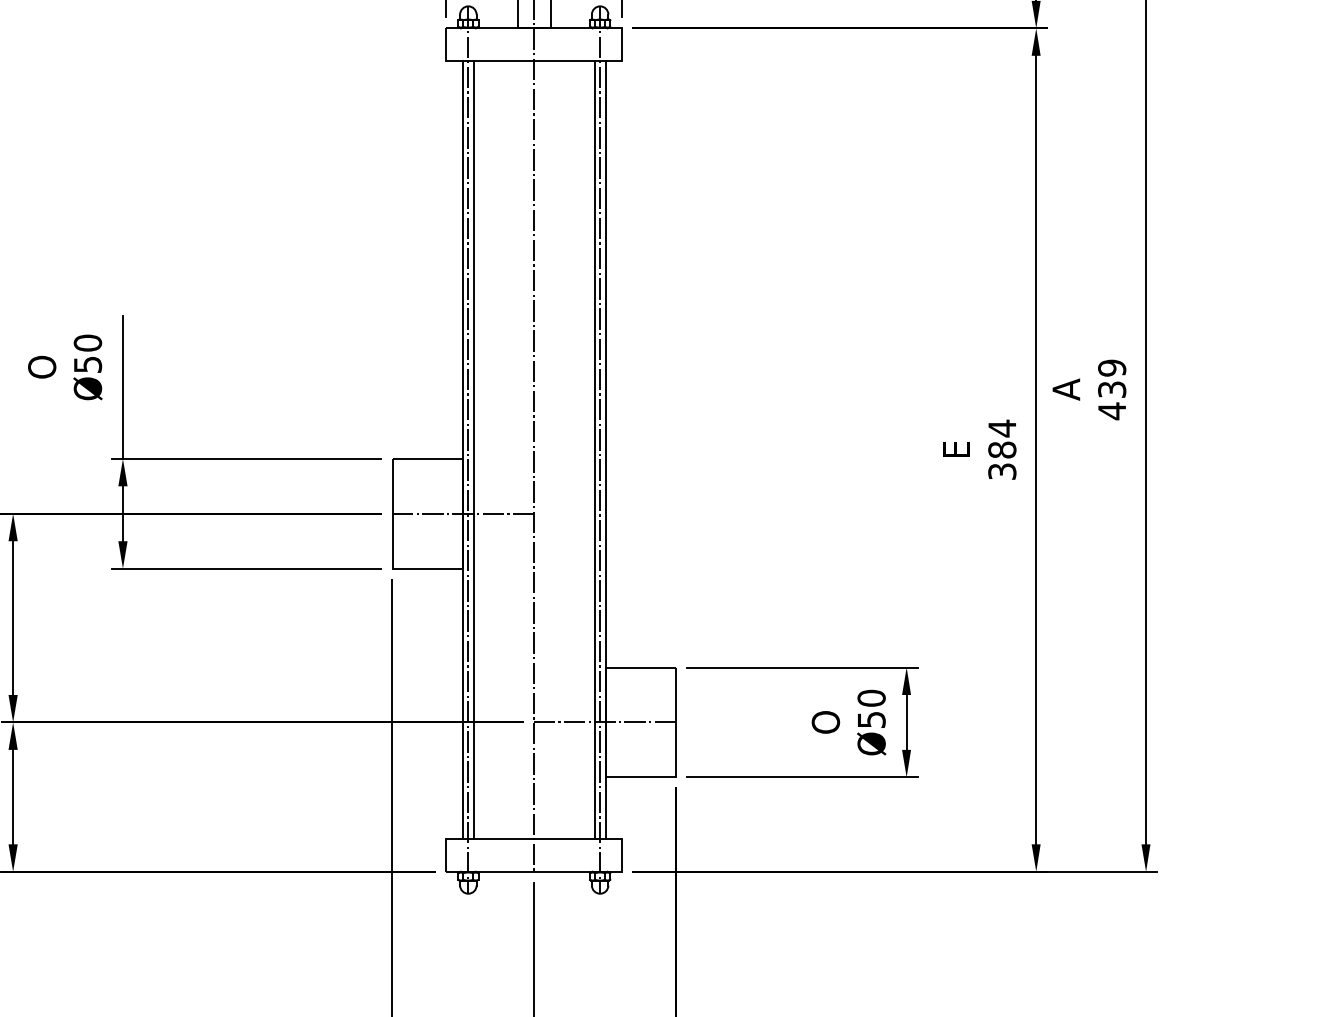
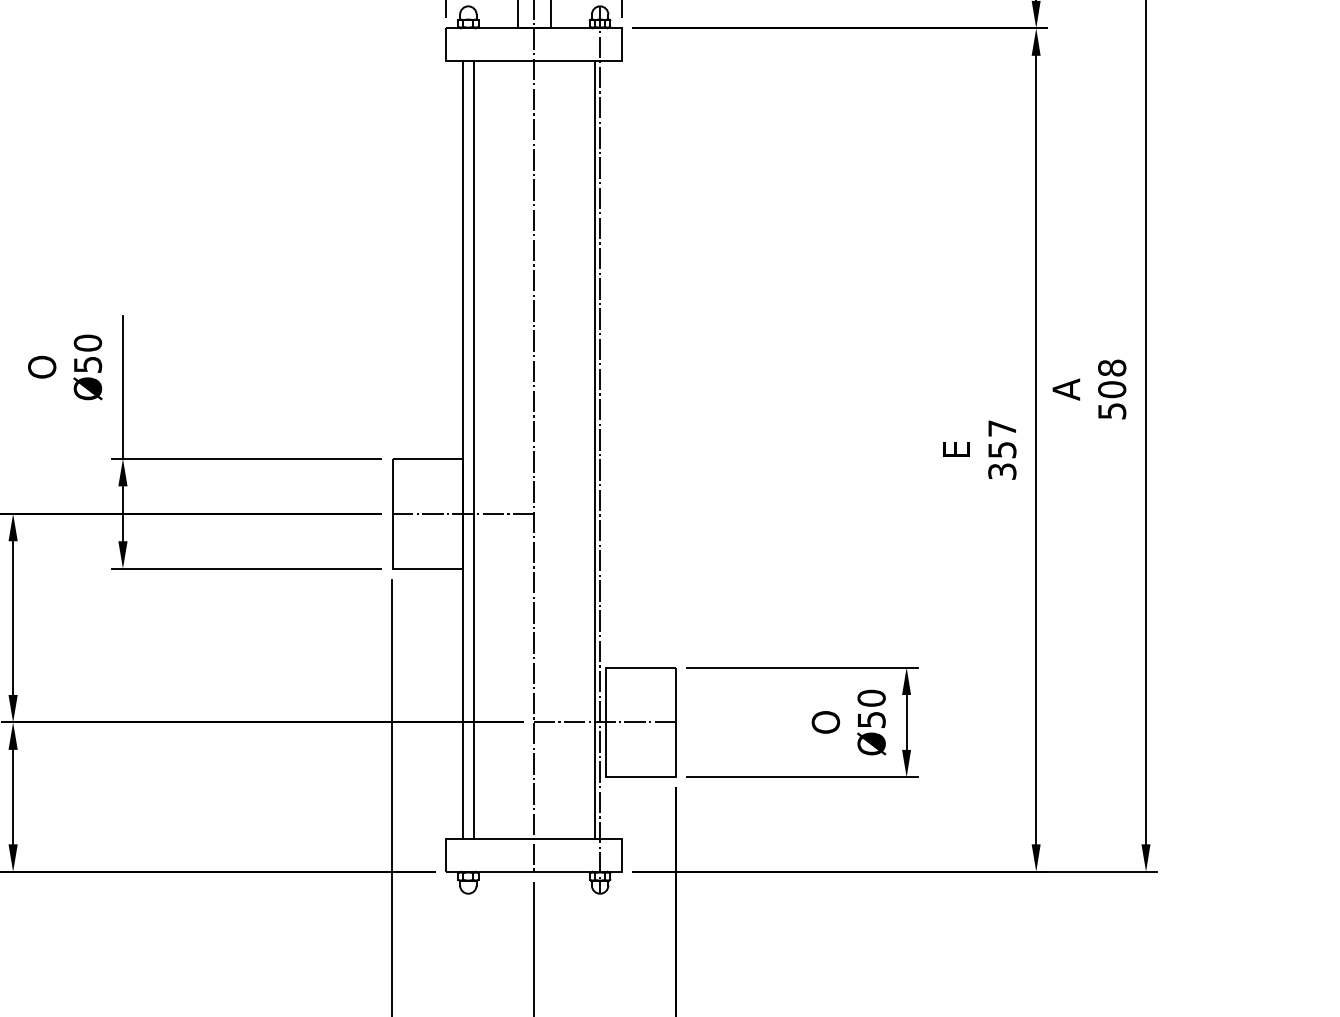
text at (1112, 389): 439 -> 508
text at (1002, 438): 384 -> 357
line at (468, 449): present -> none
line at (605, 449): present -> none
